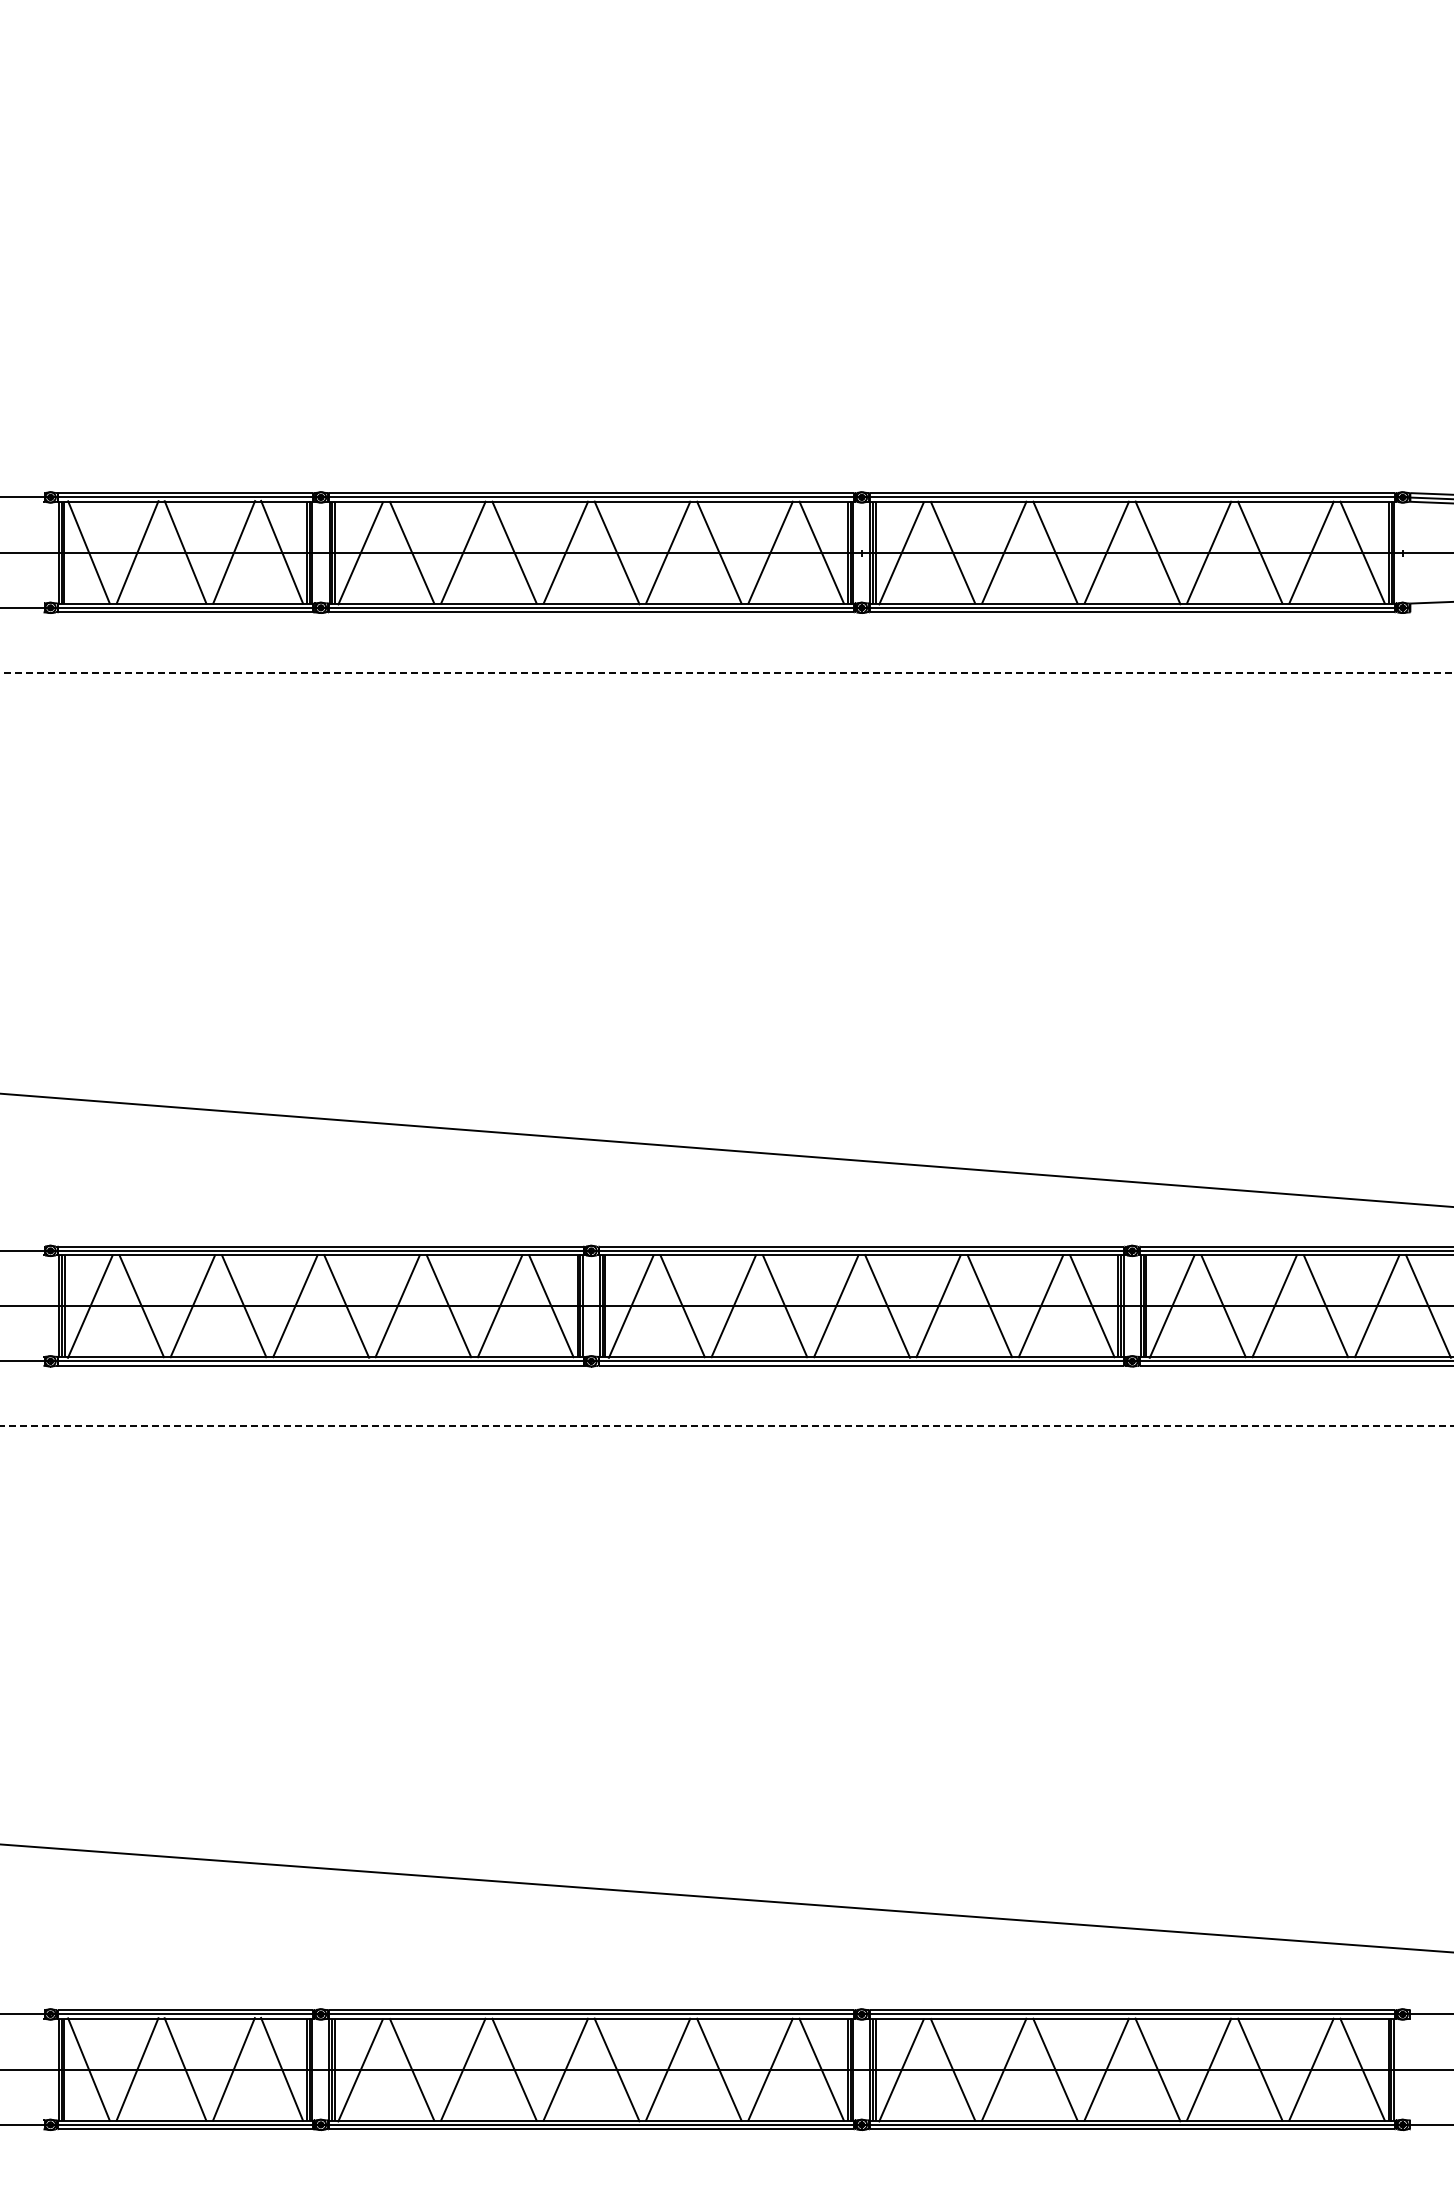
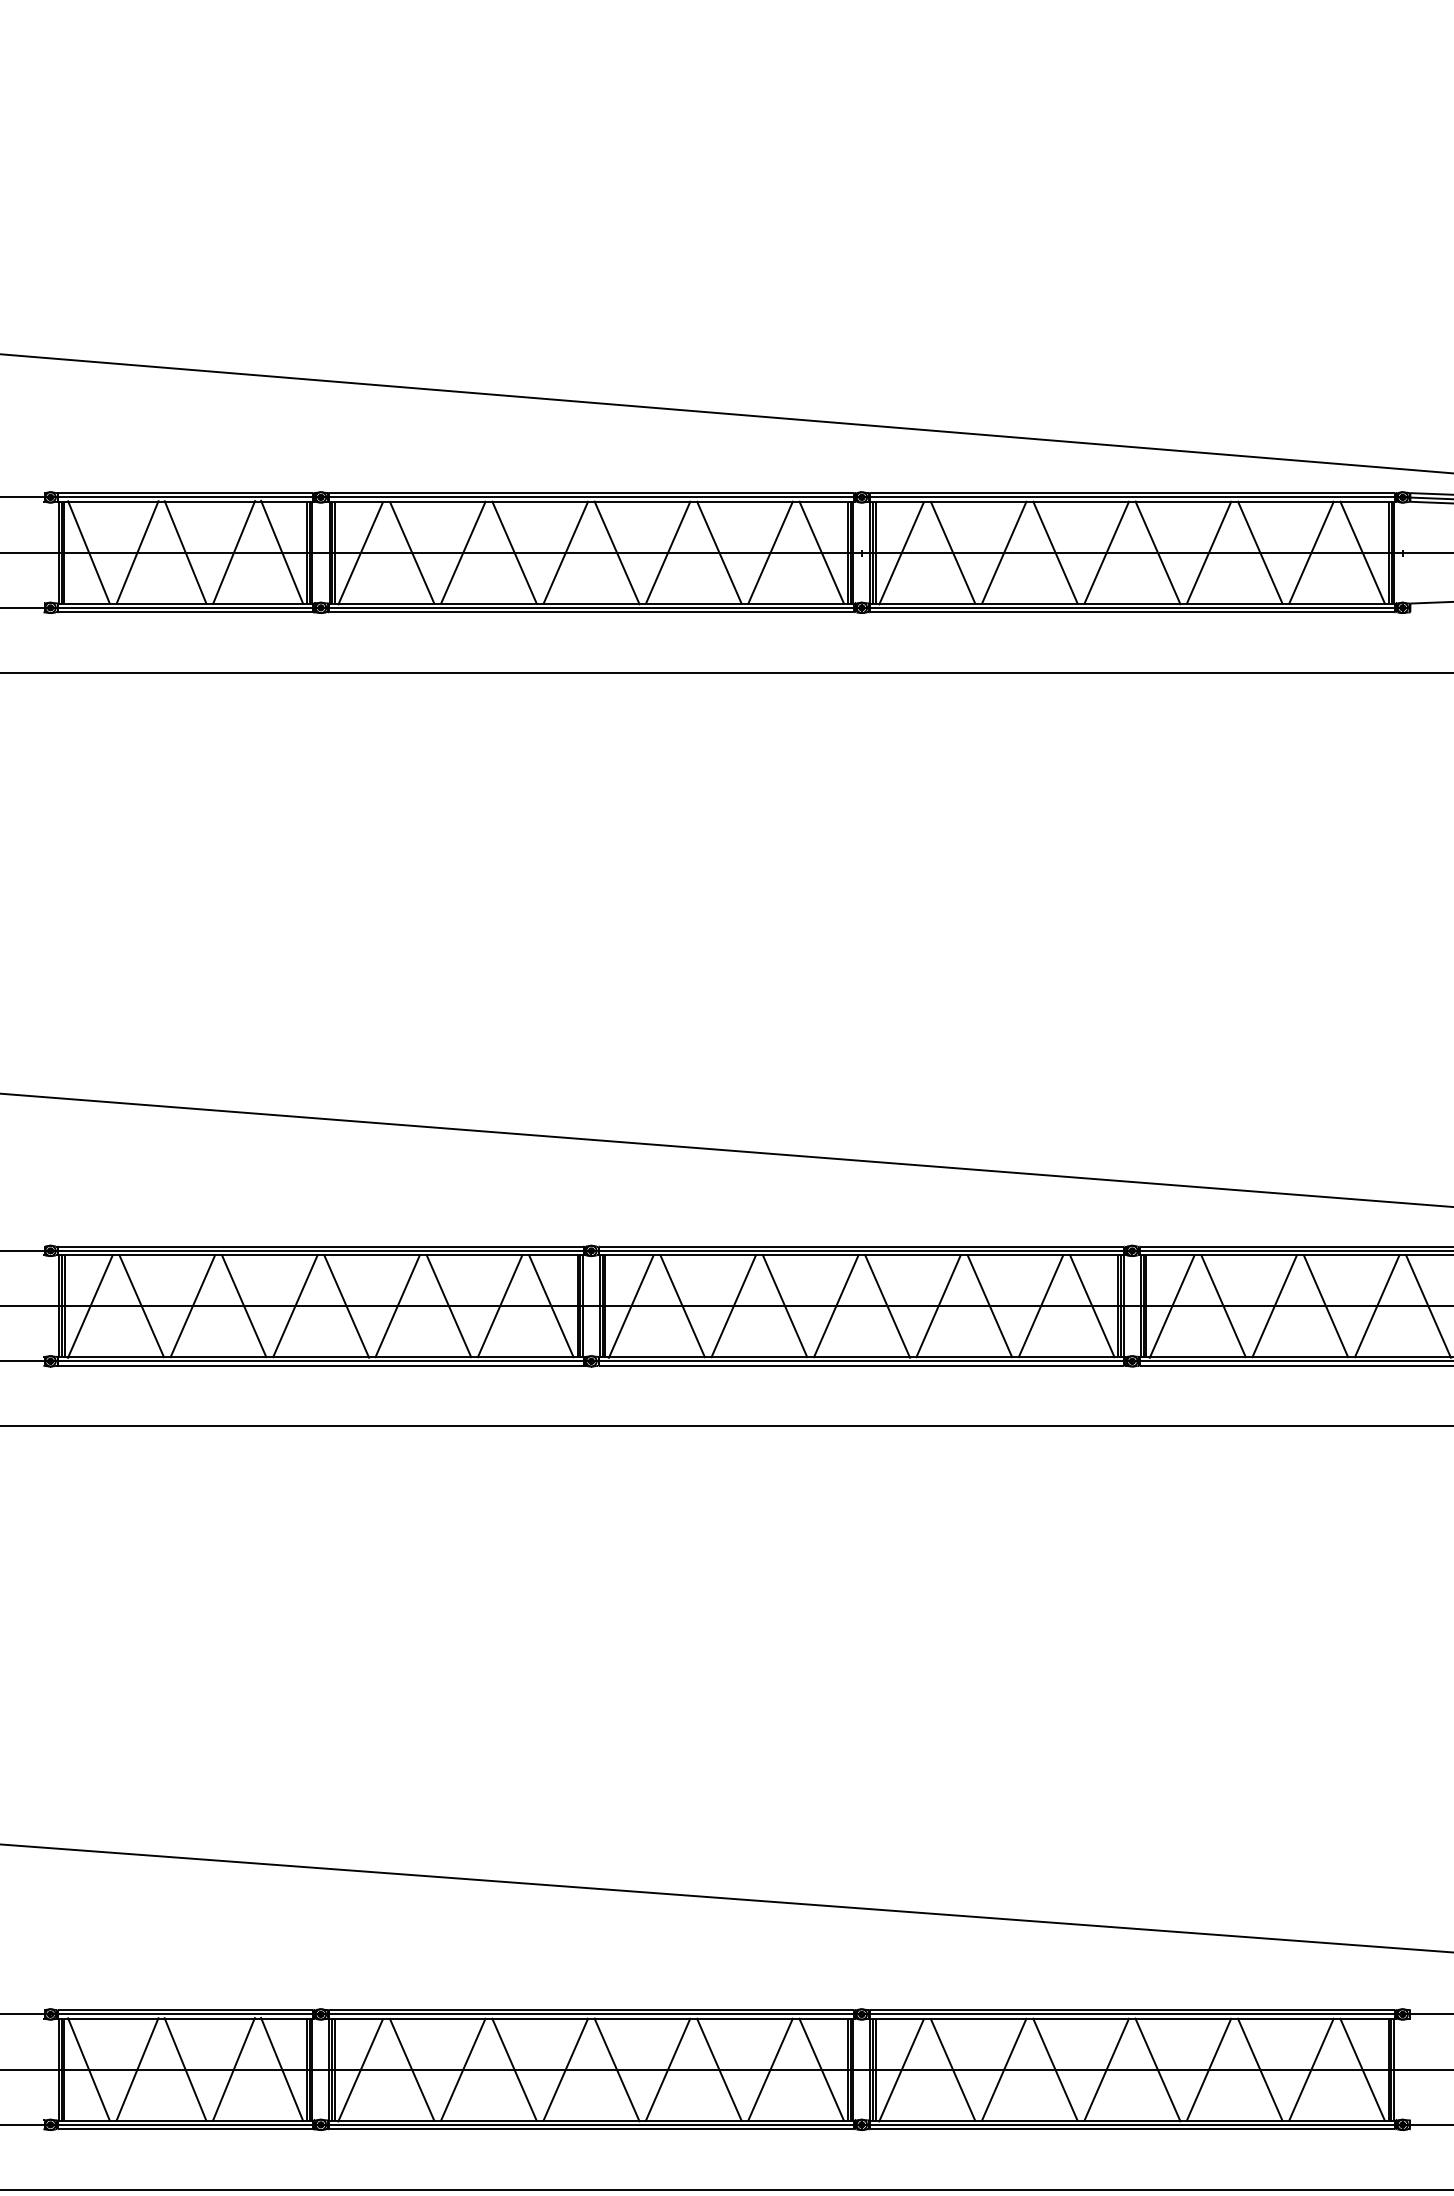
line at (726, 413): none -> present
line at (726, 672): dashed -> solid
line at (726, 1426): dashed -> solid
line at (726, 2189): none -> present
